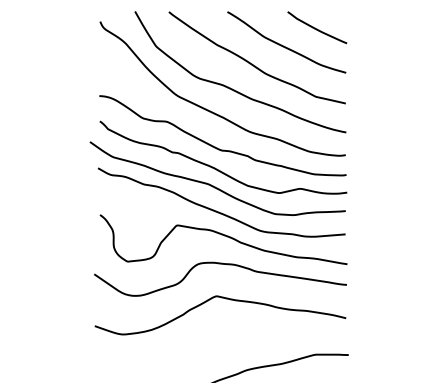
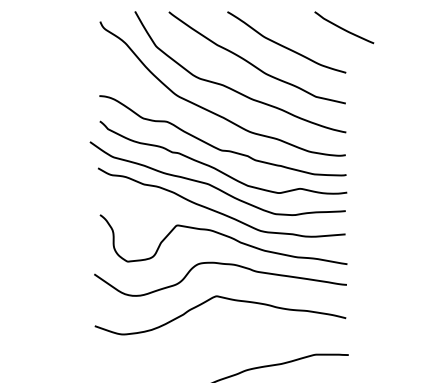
curve at (317, 28) position: (317, 28) -> (344, 28)
